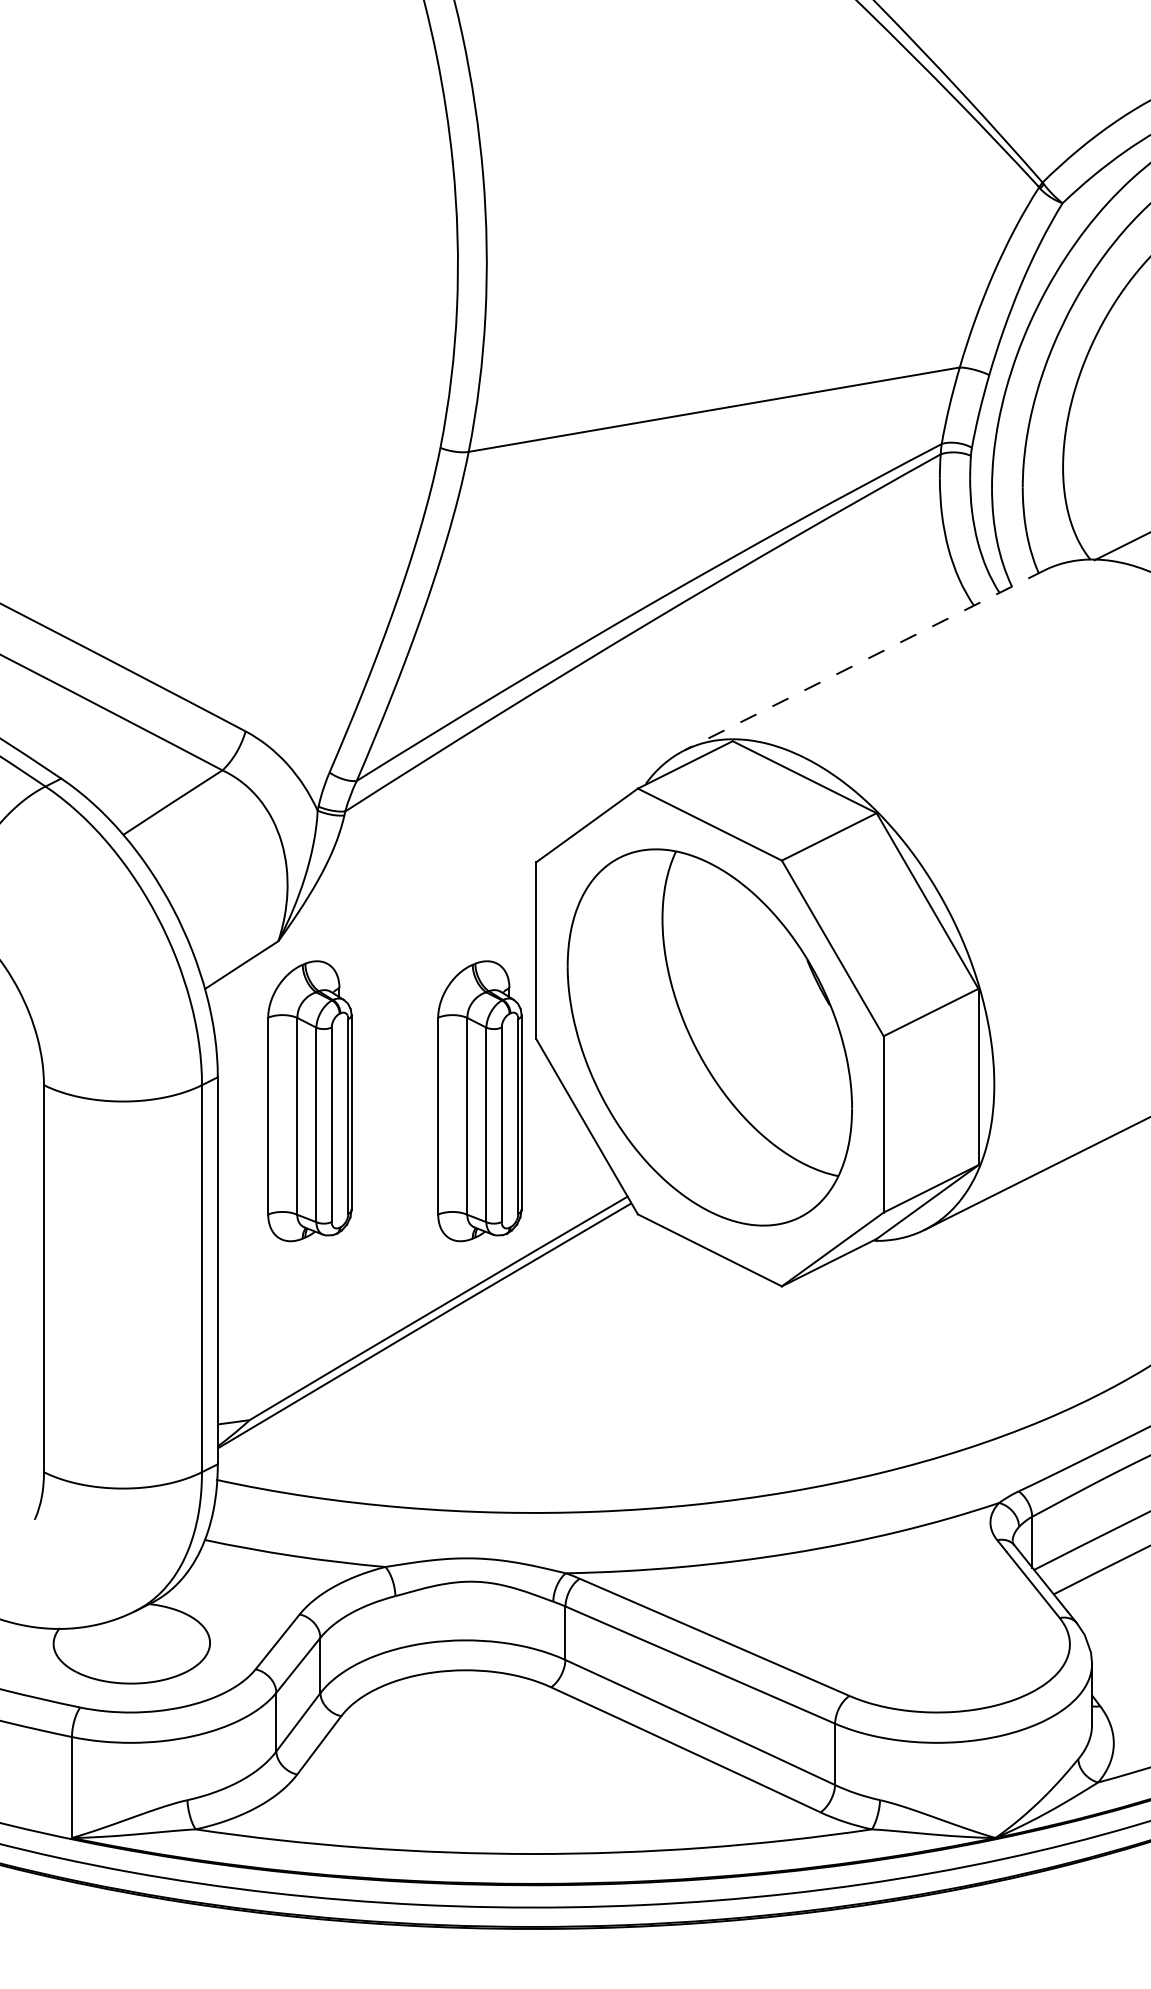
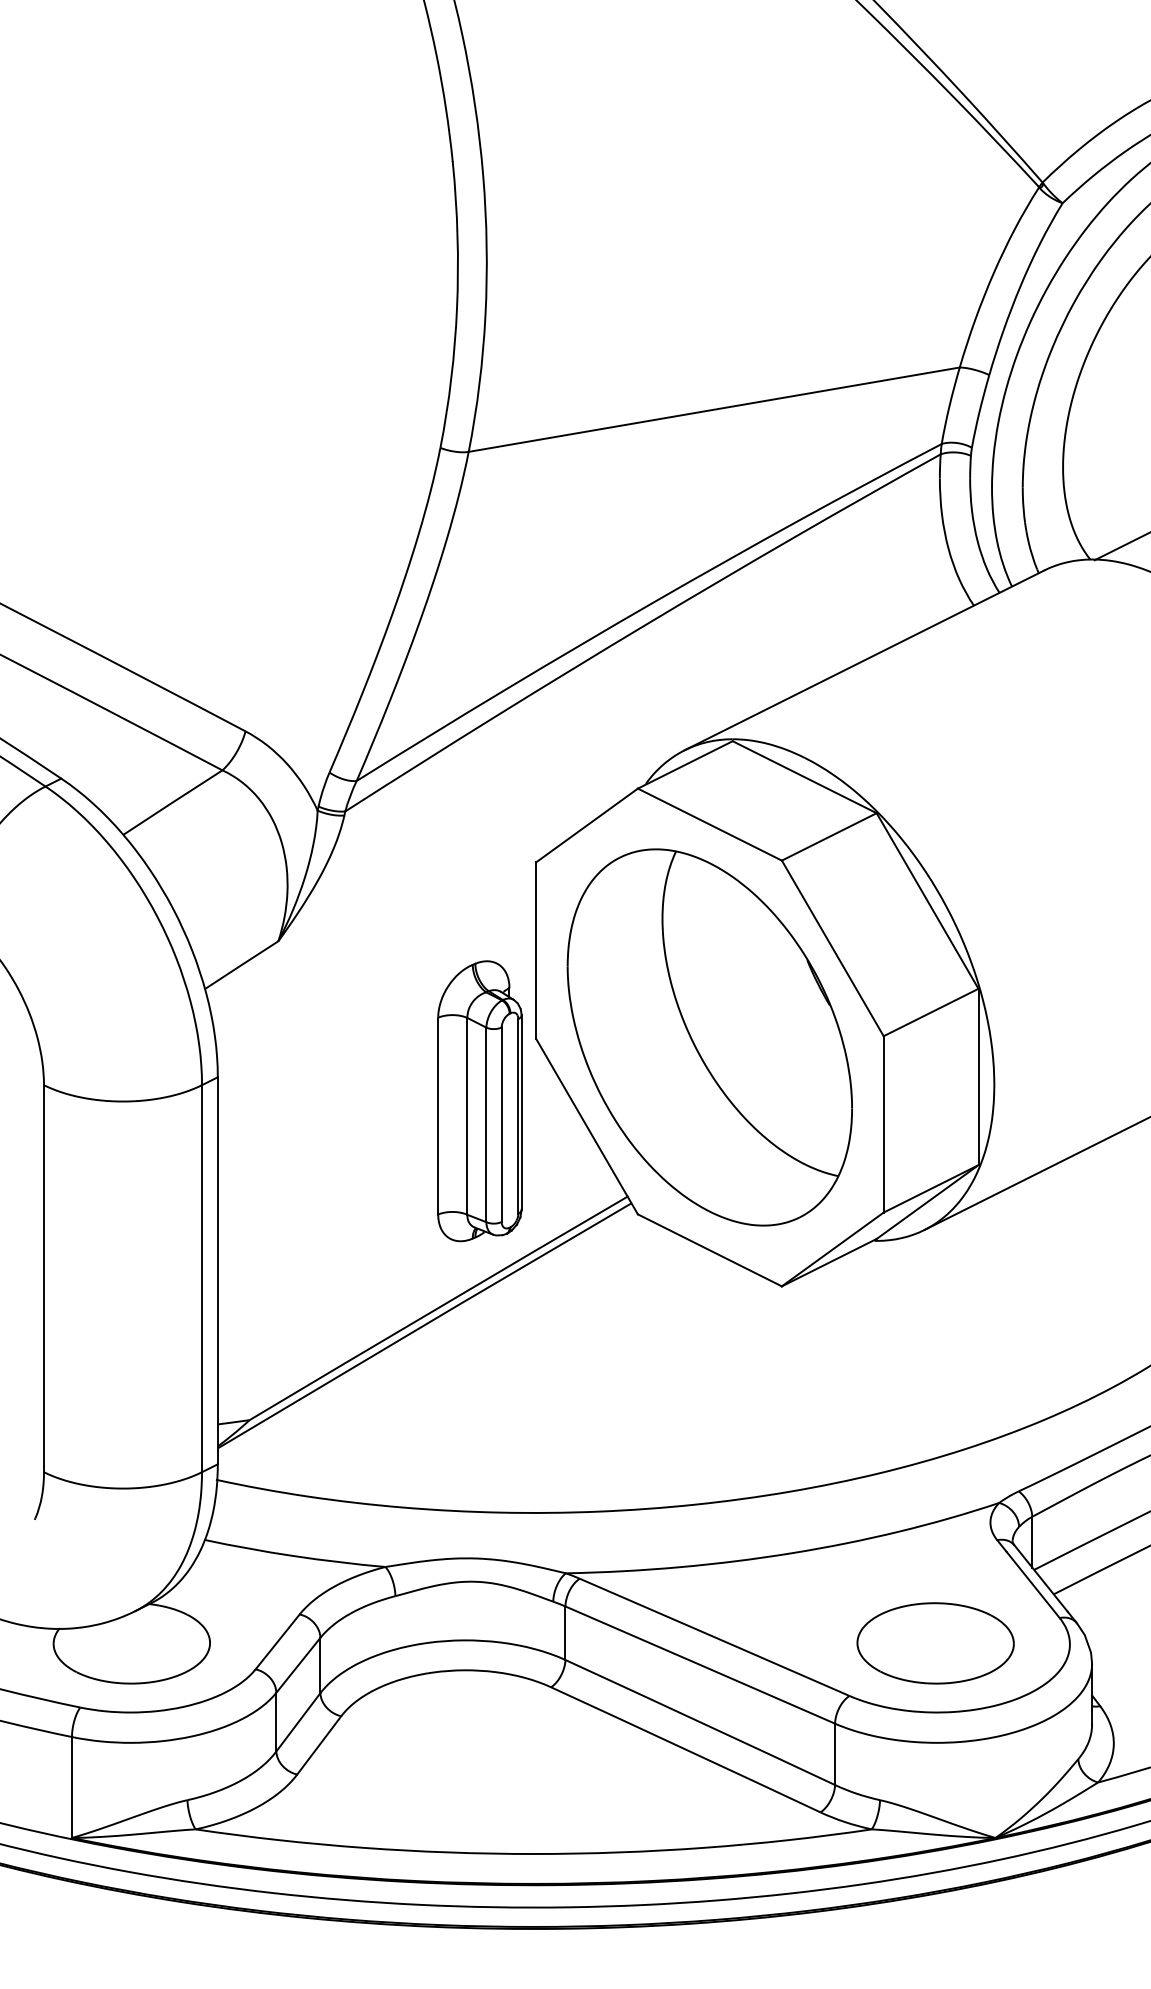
line at (864, 660): dashed -> solid
part at (309, 1101): present -> none
part at (935, 1643): none -> present
